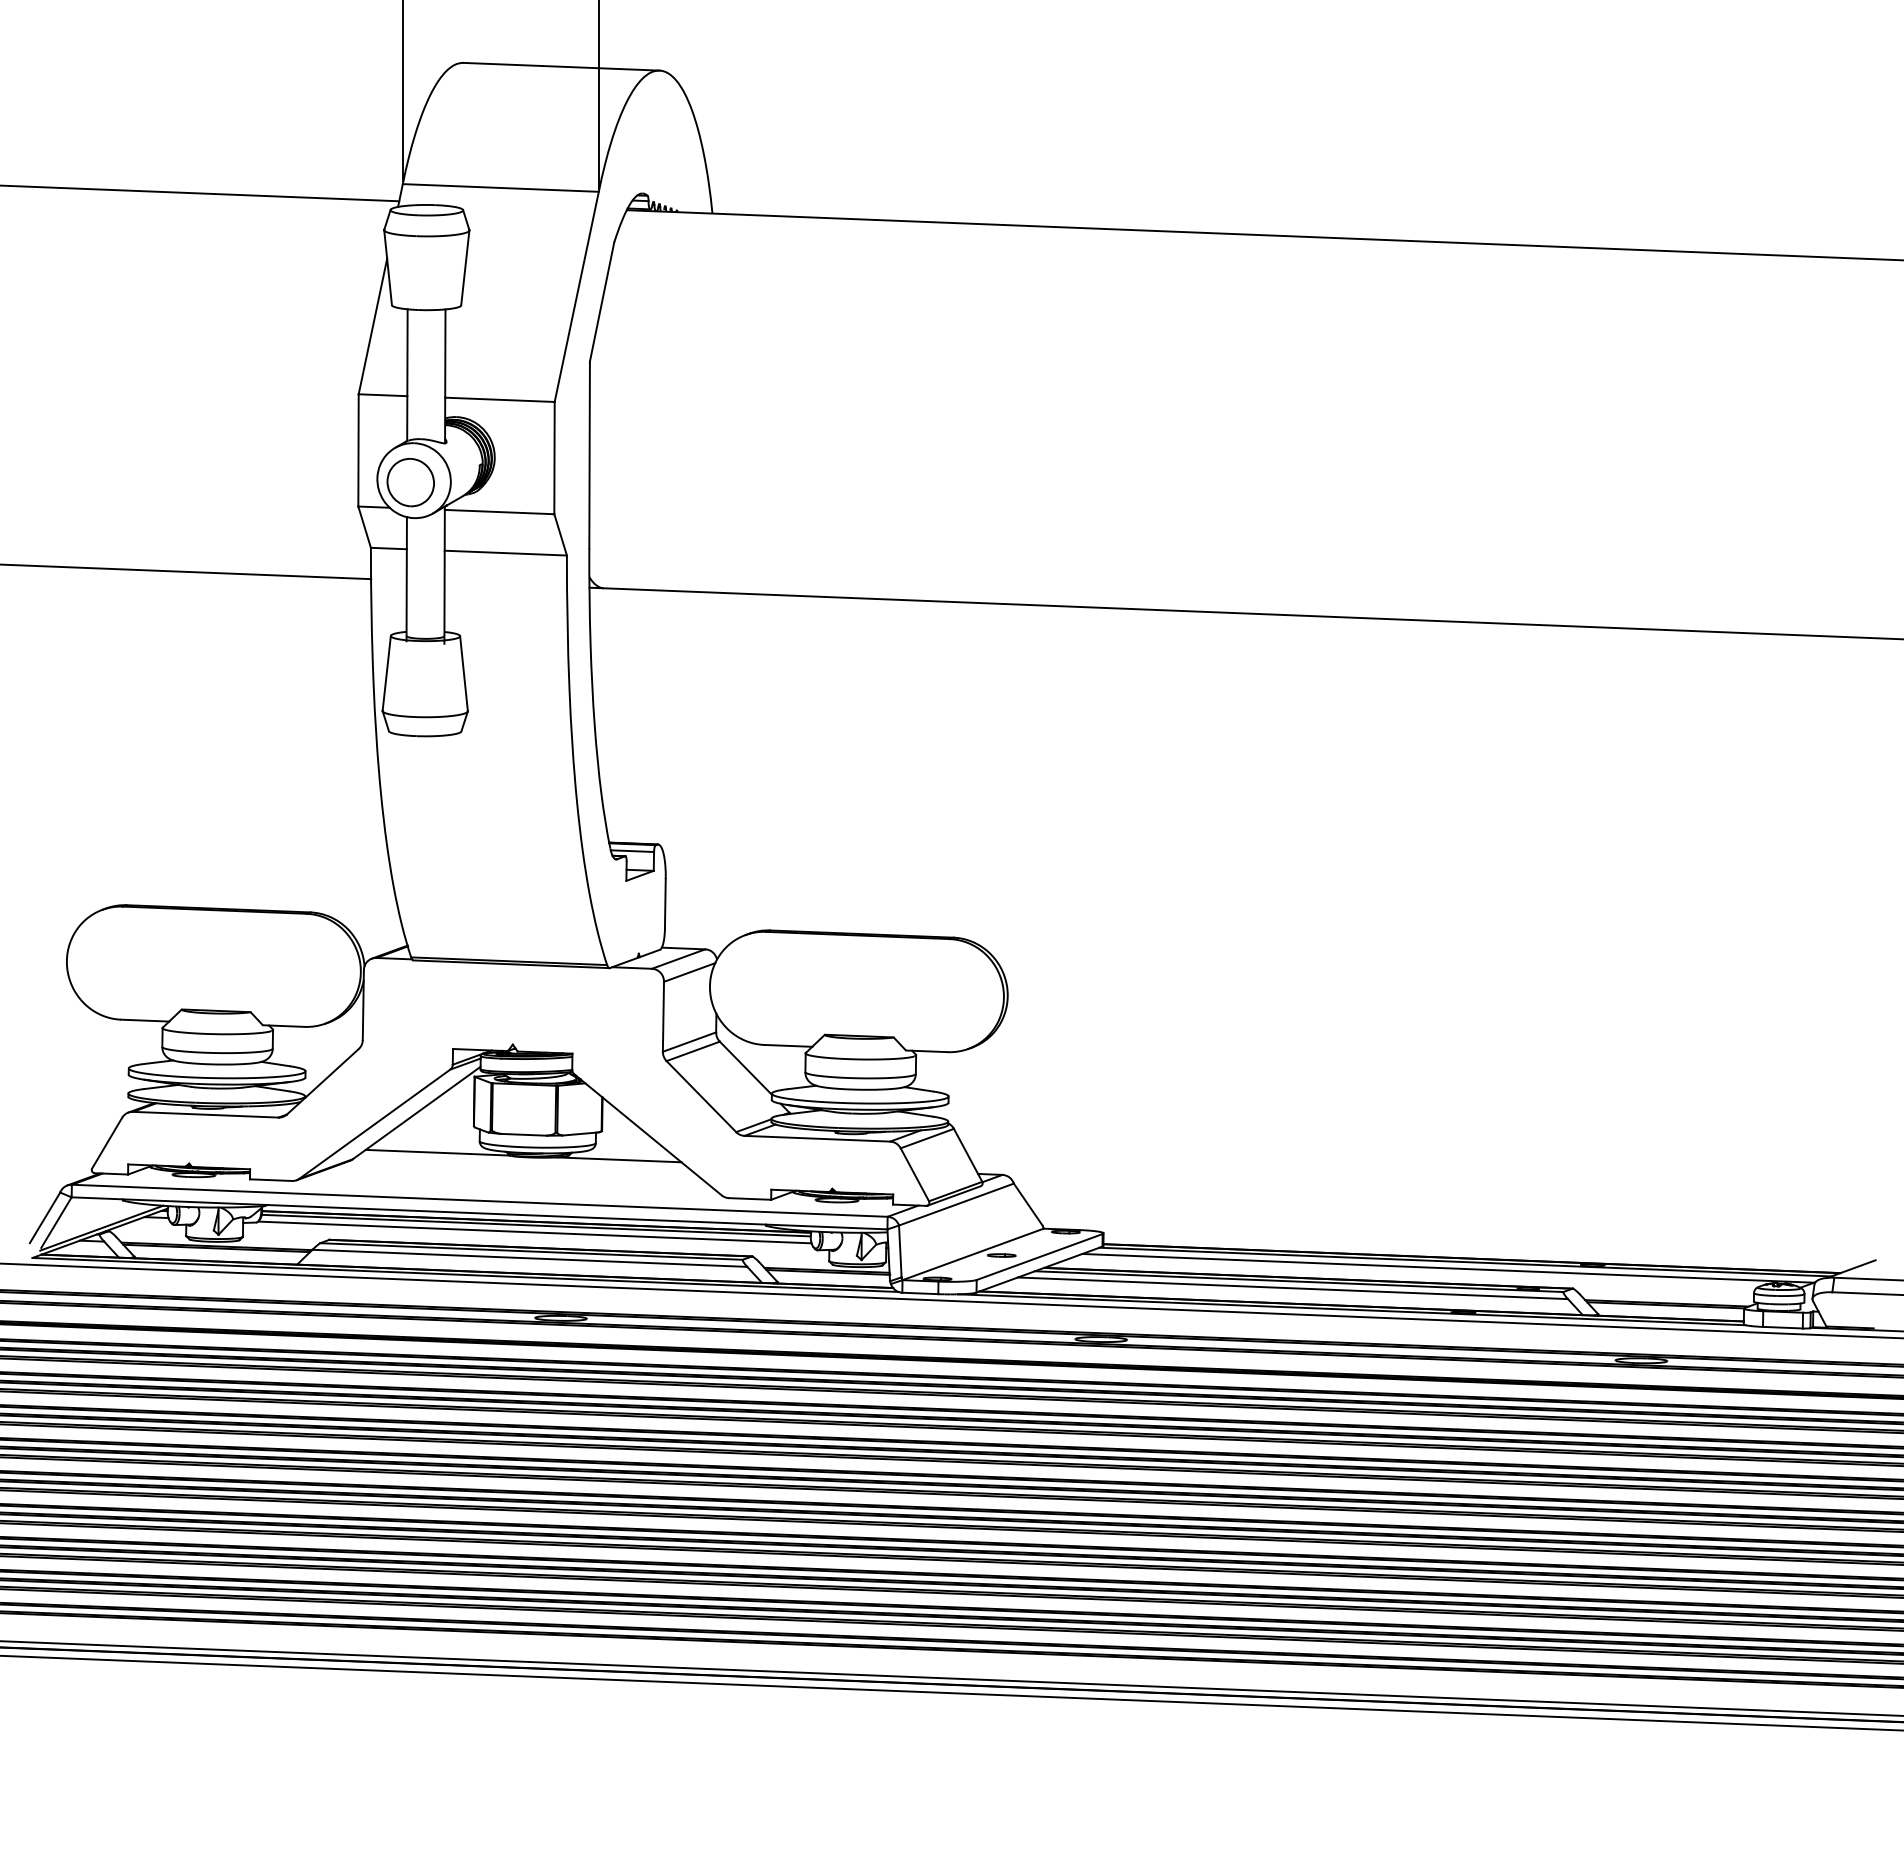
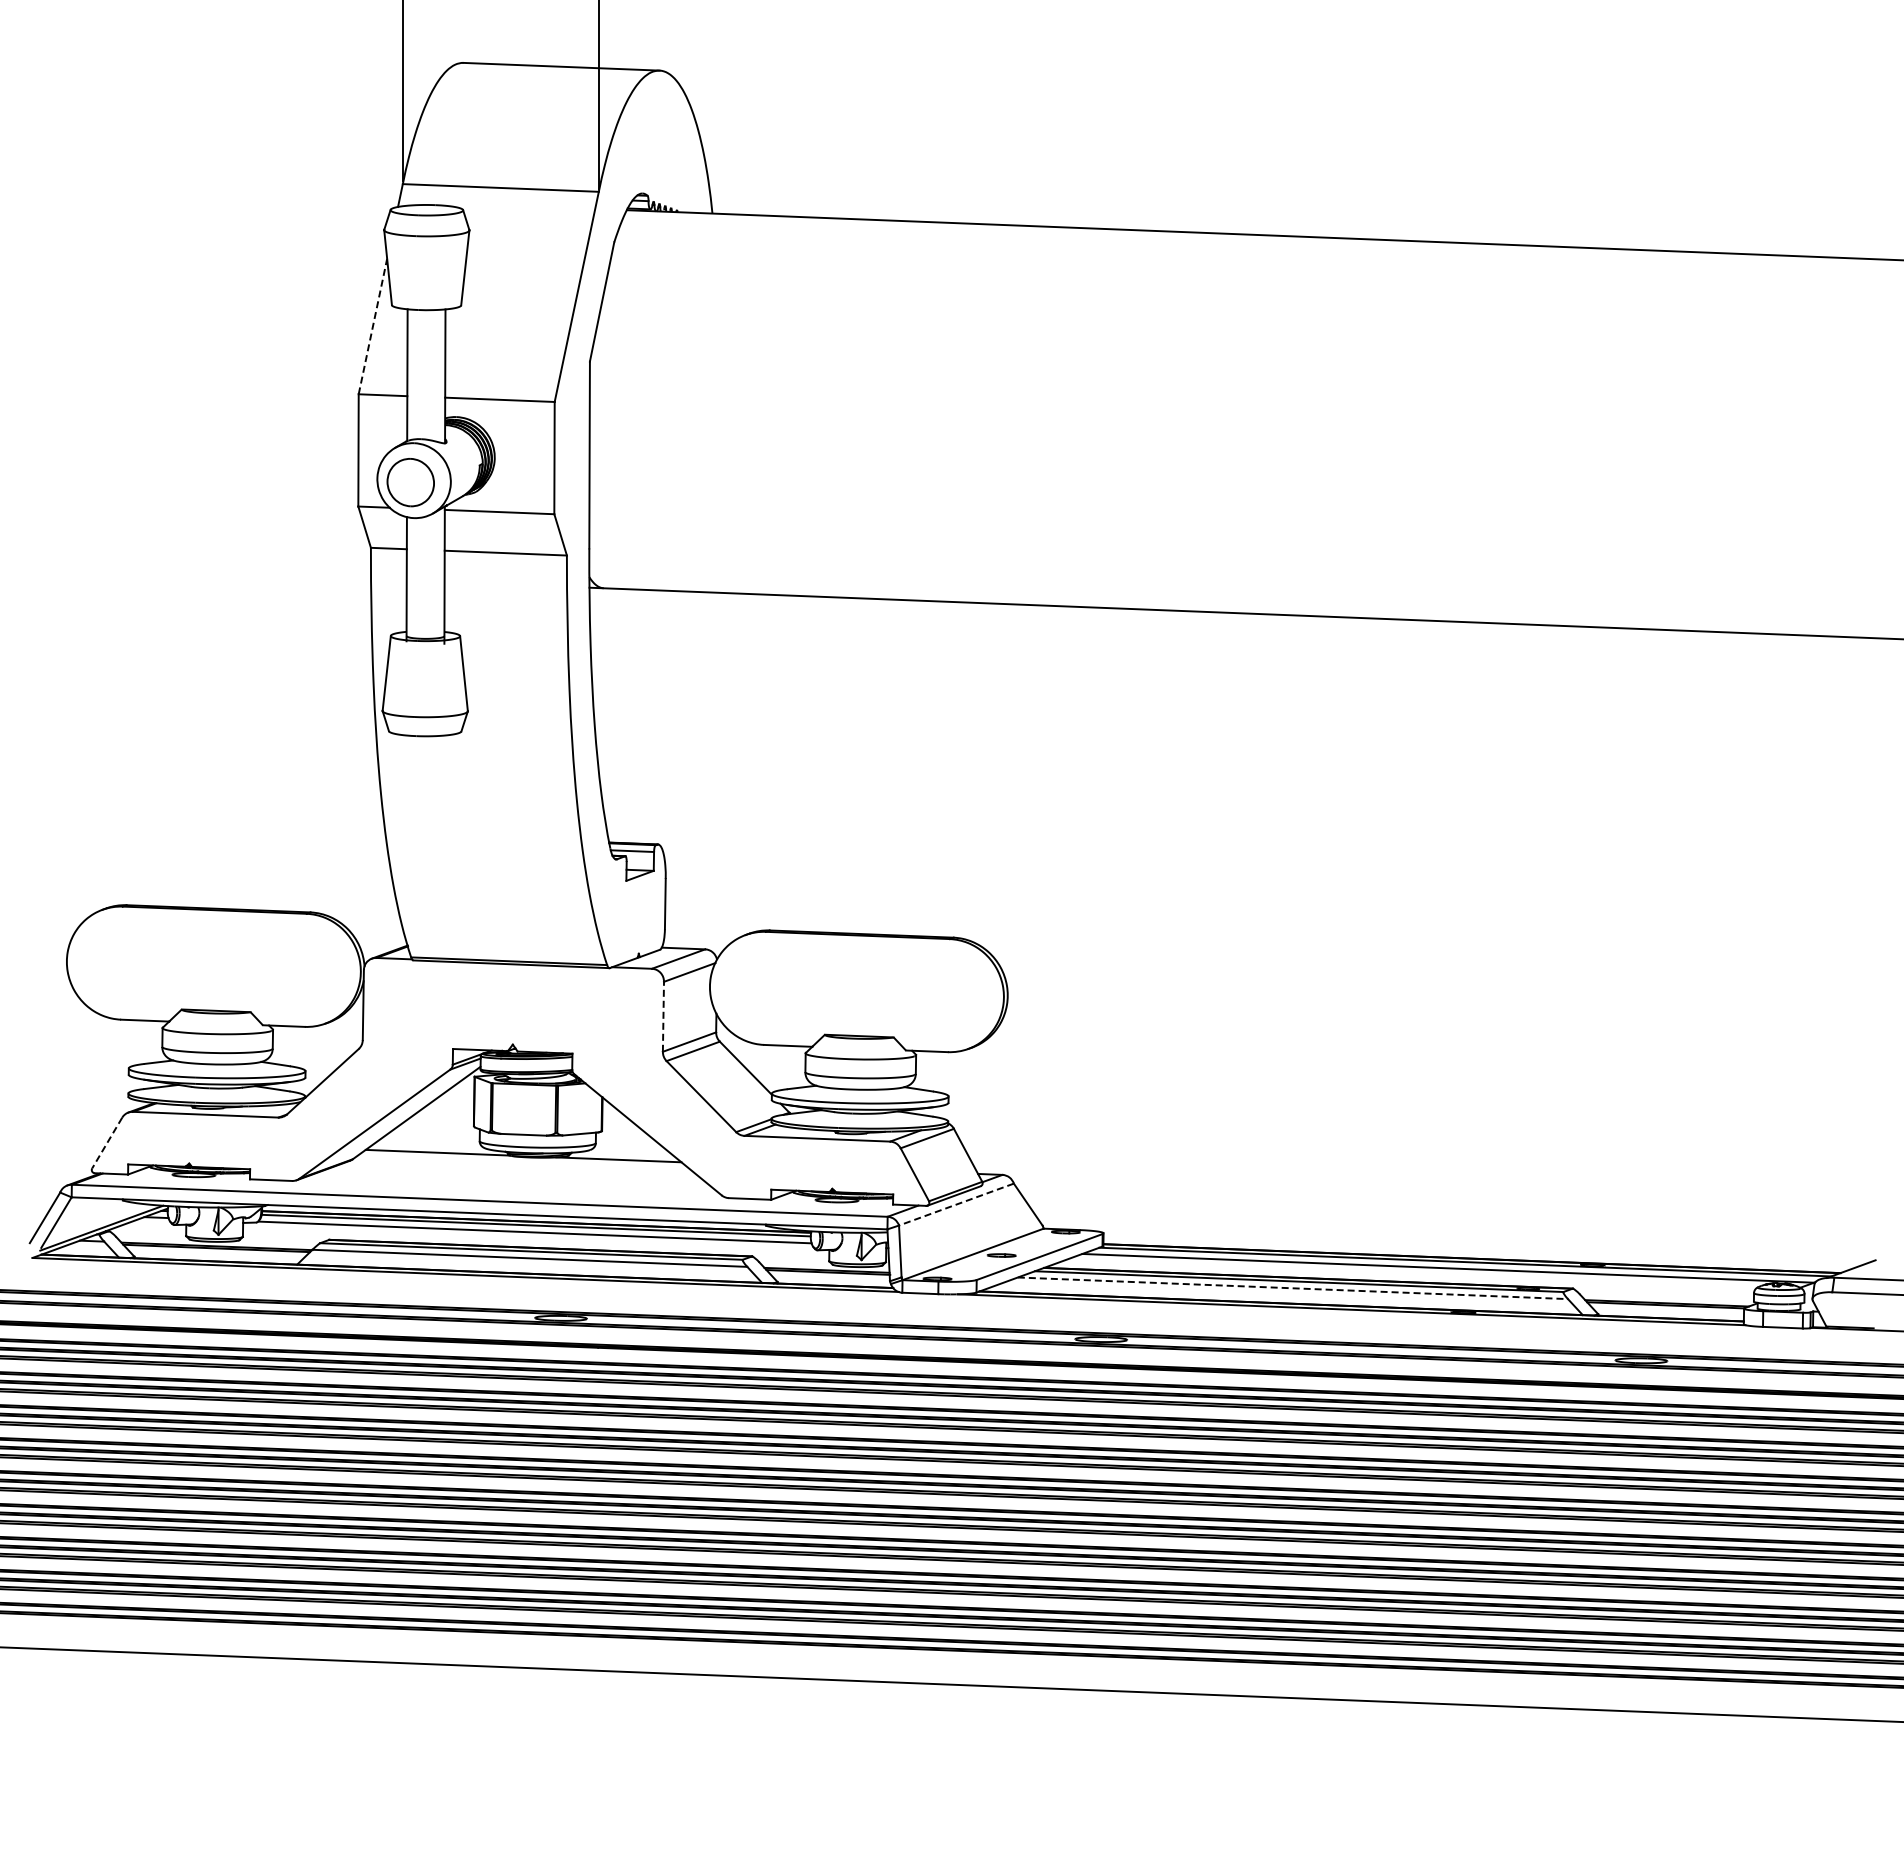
line at (200, 193): present -> none
line at (373, 326): solid -> dashed
line at (186, 571): present -> none
line at (663, 1016): solid -> dashed
line at (106, 1143): solid -> dashed
line at (955, 1204): solid -> dashed
line at (1293, 1288): solid -> dashed
line at (951, 1300): present -> none
line at (951, 1678): present -> none
line at (951, 1684): present -> none
line at (951, 1692): present -> none
